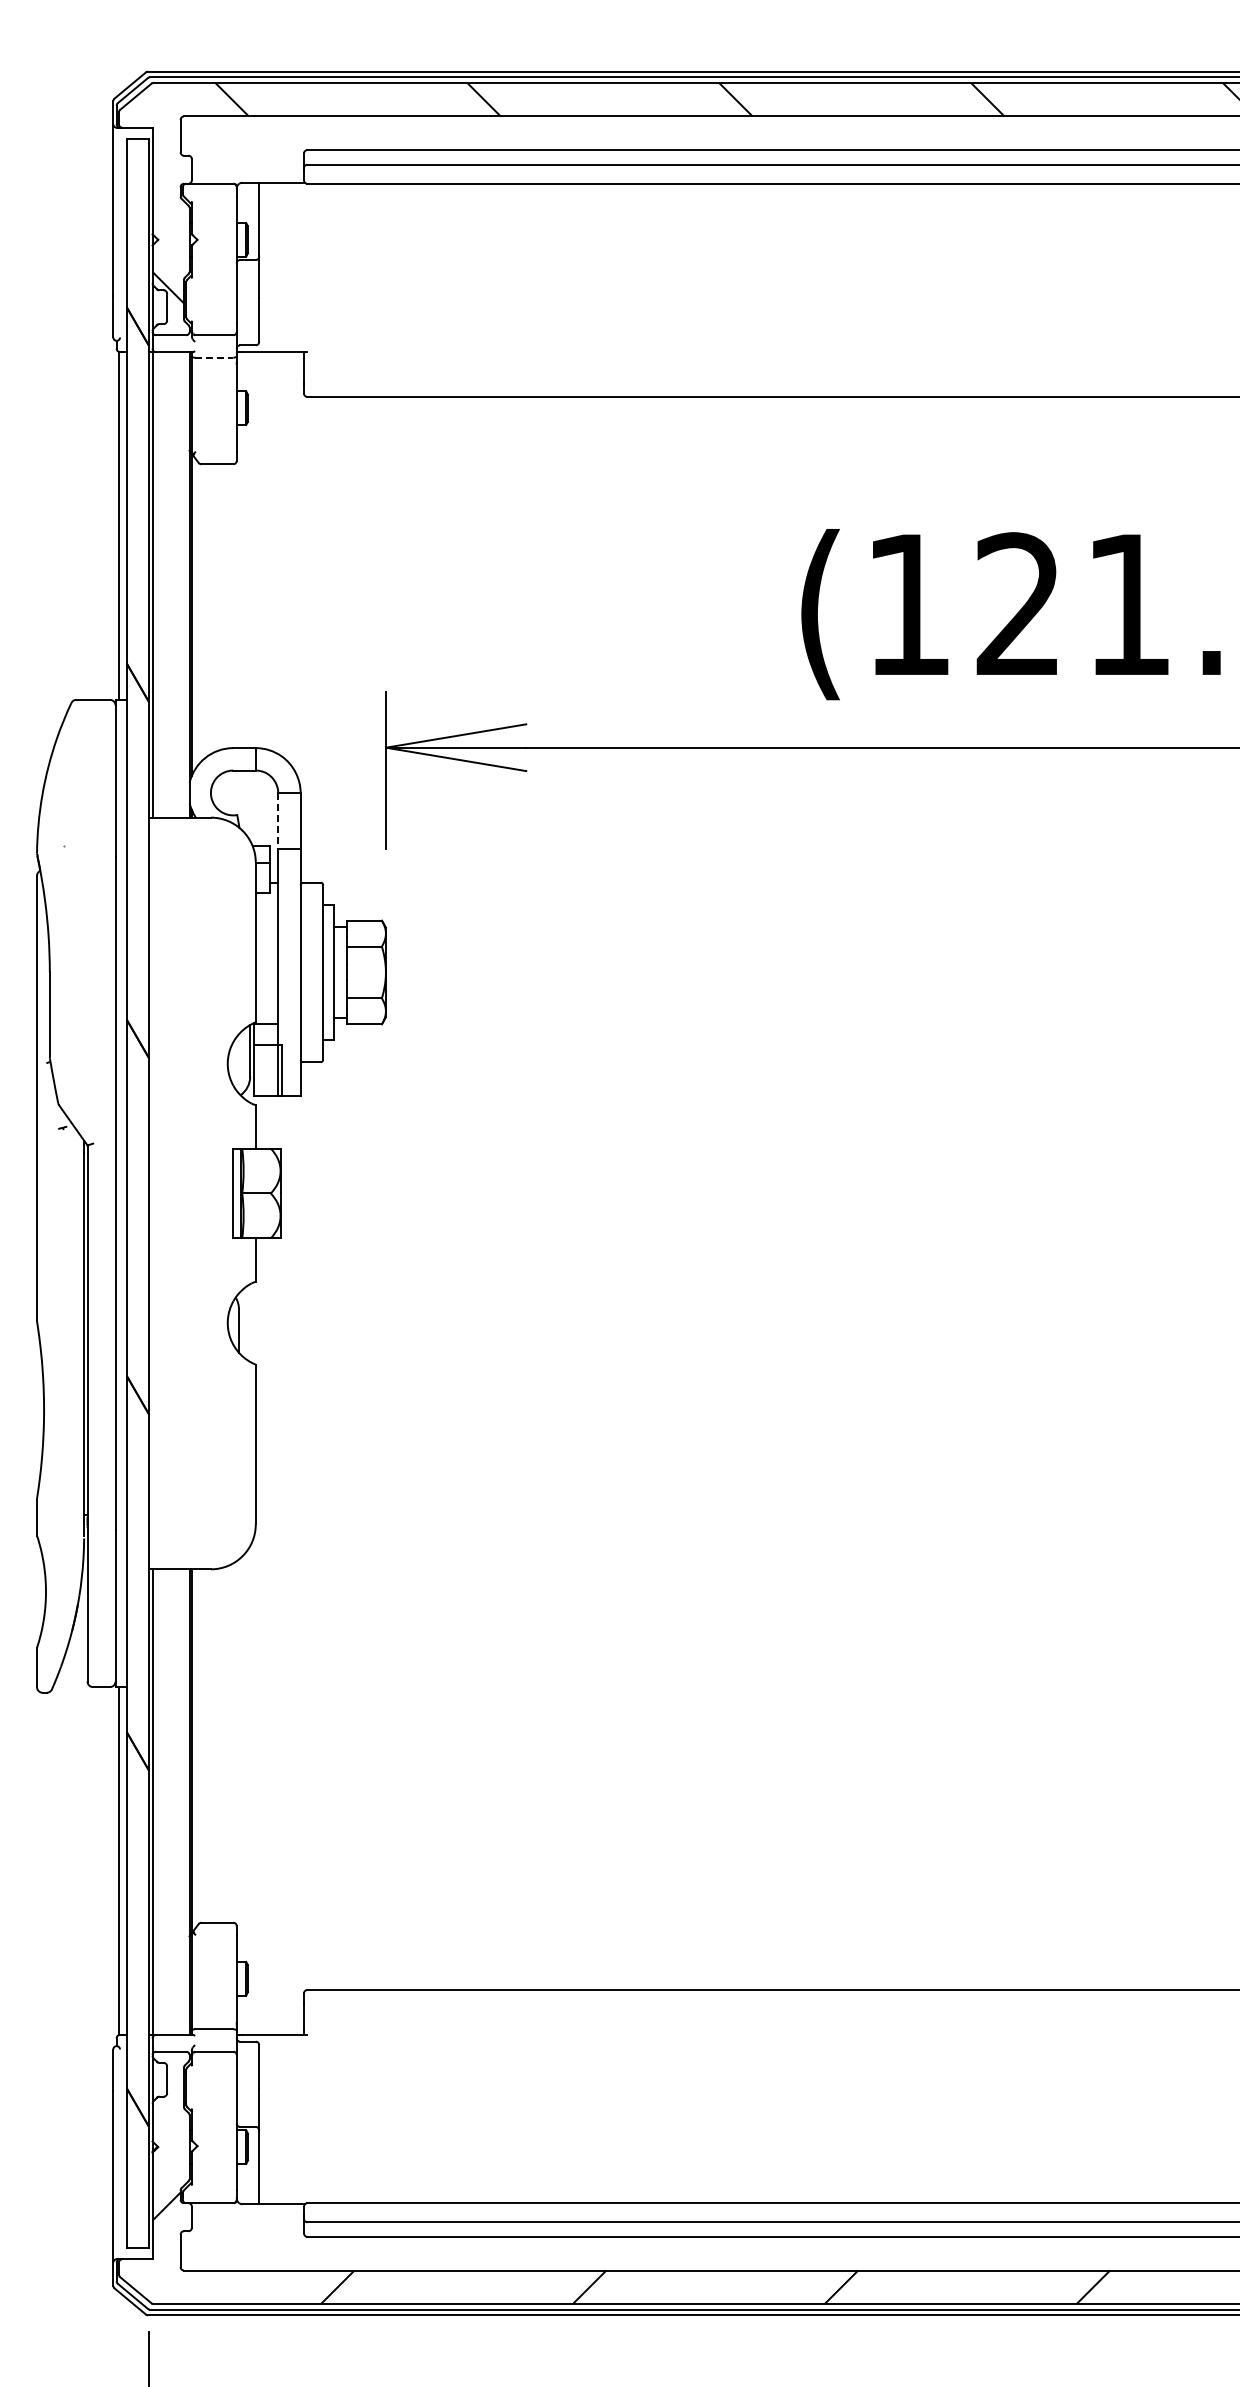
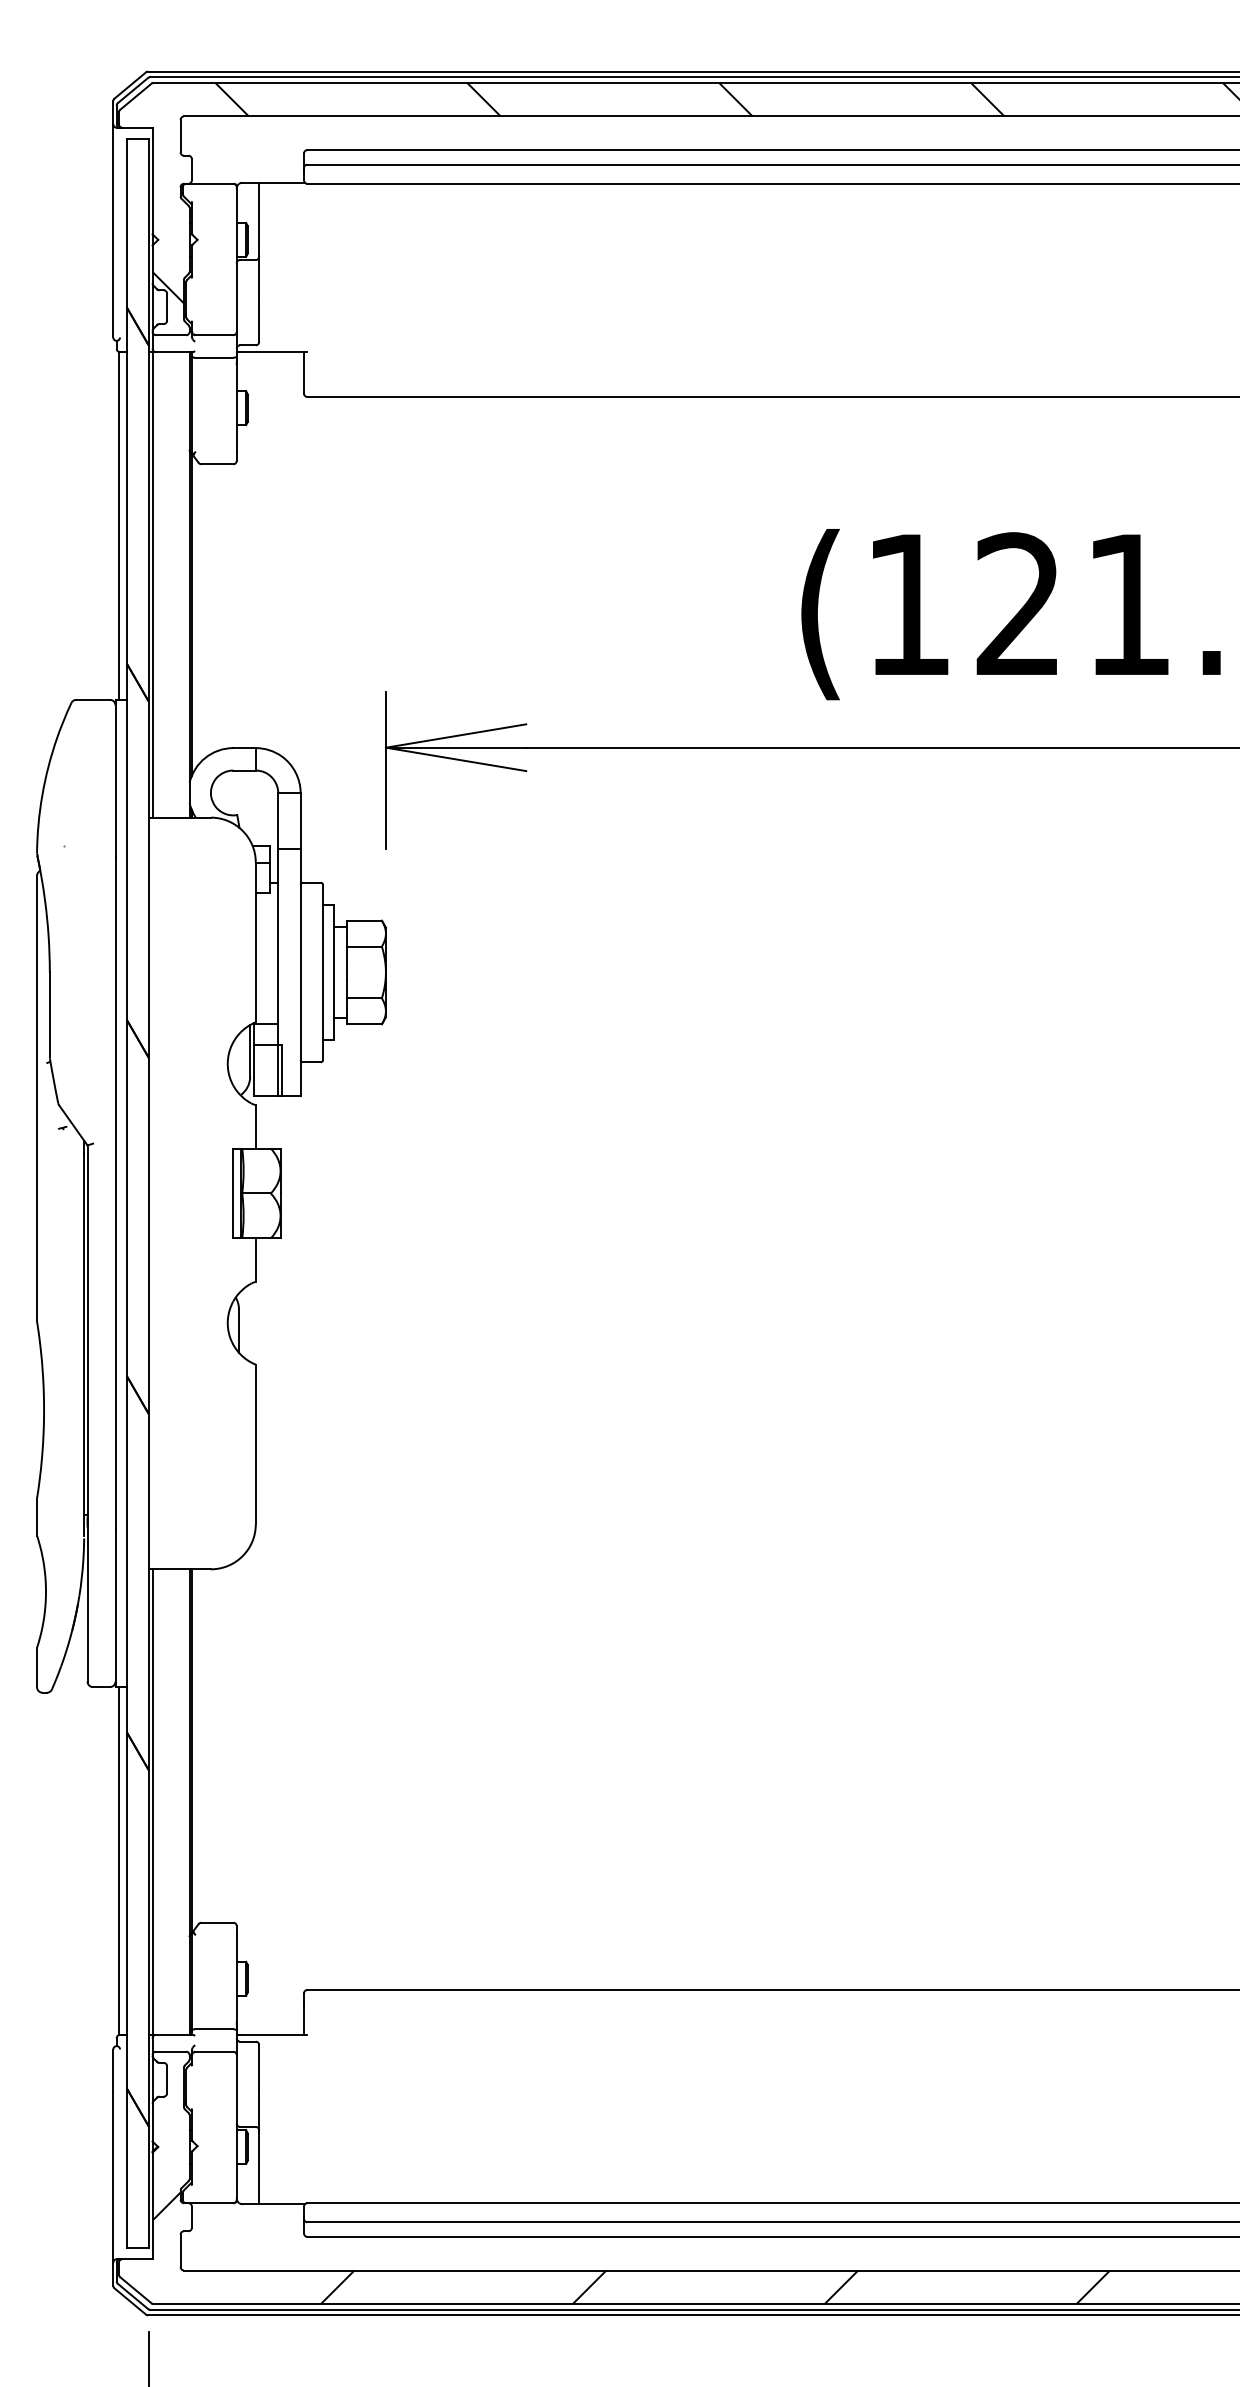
line at (214, 357): dashed -> solid
line at (278, 821): dashed -> solid
